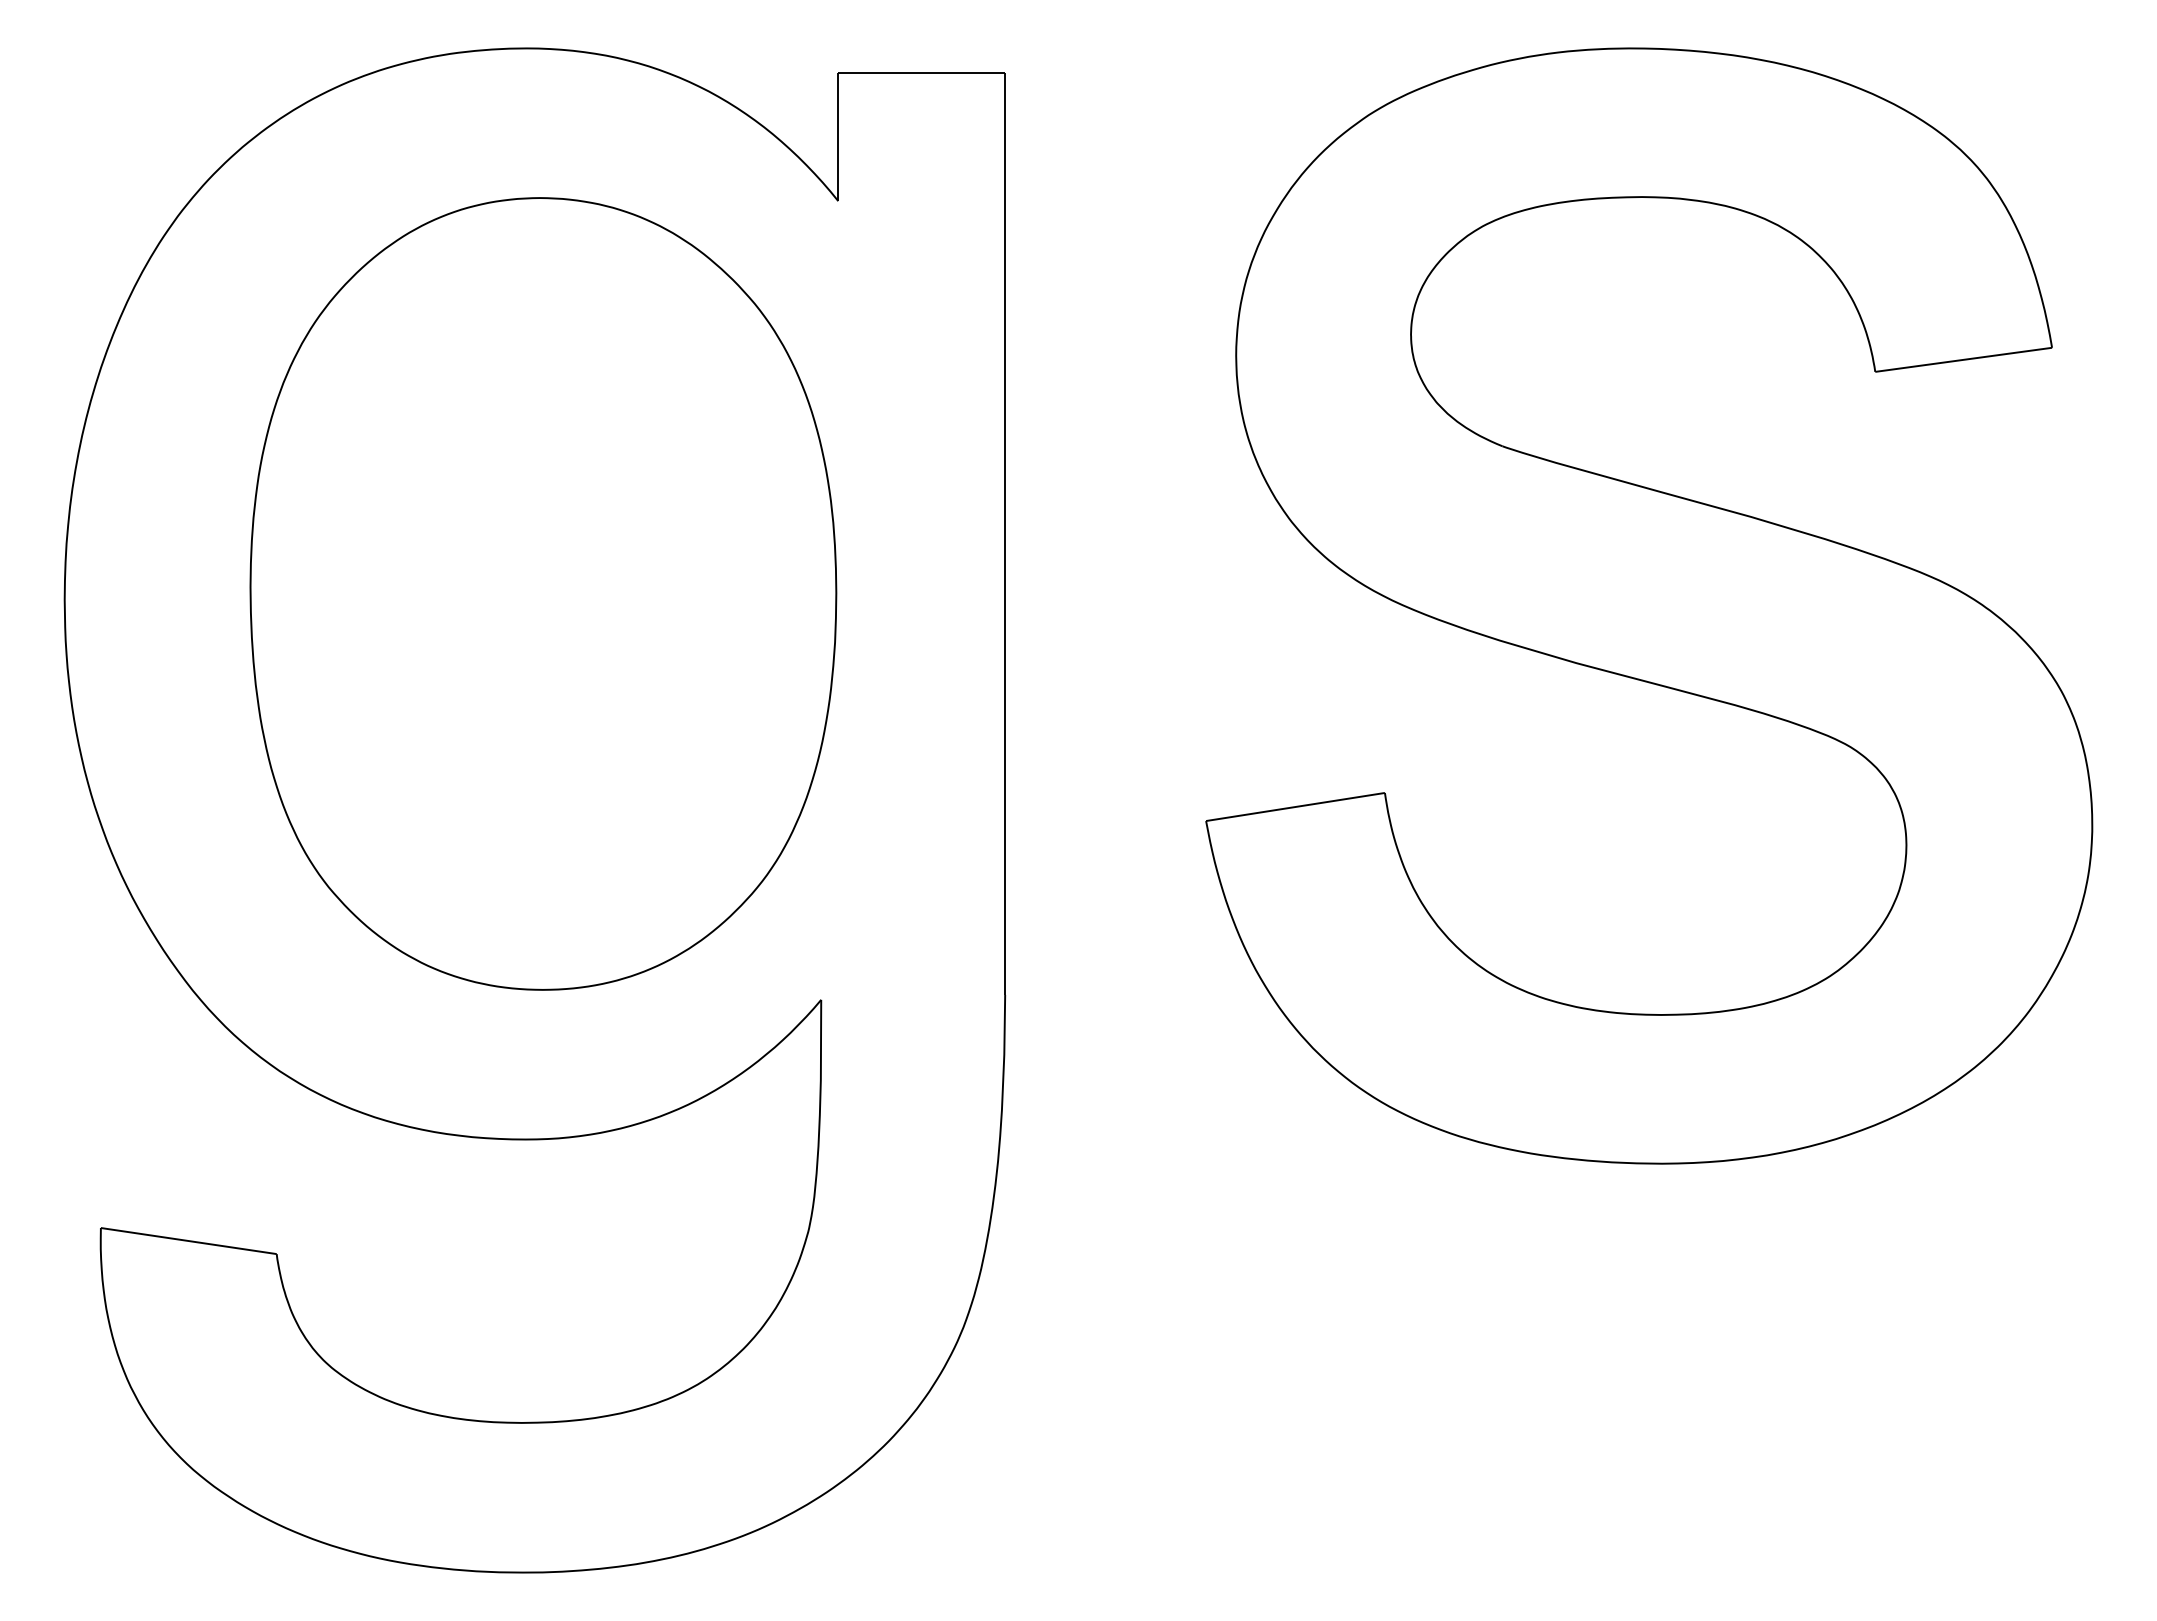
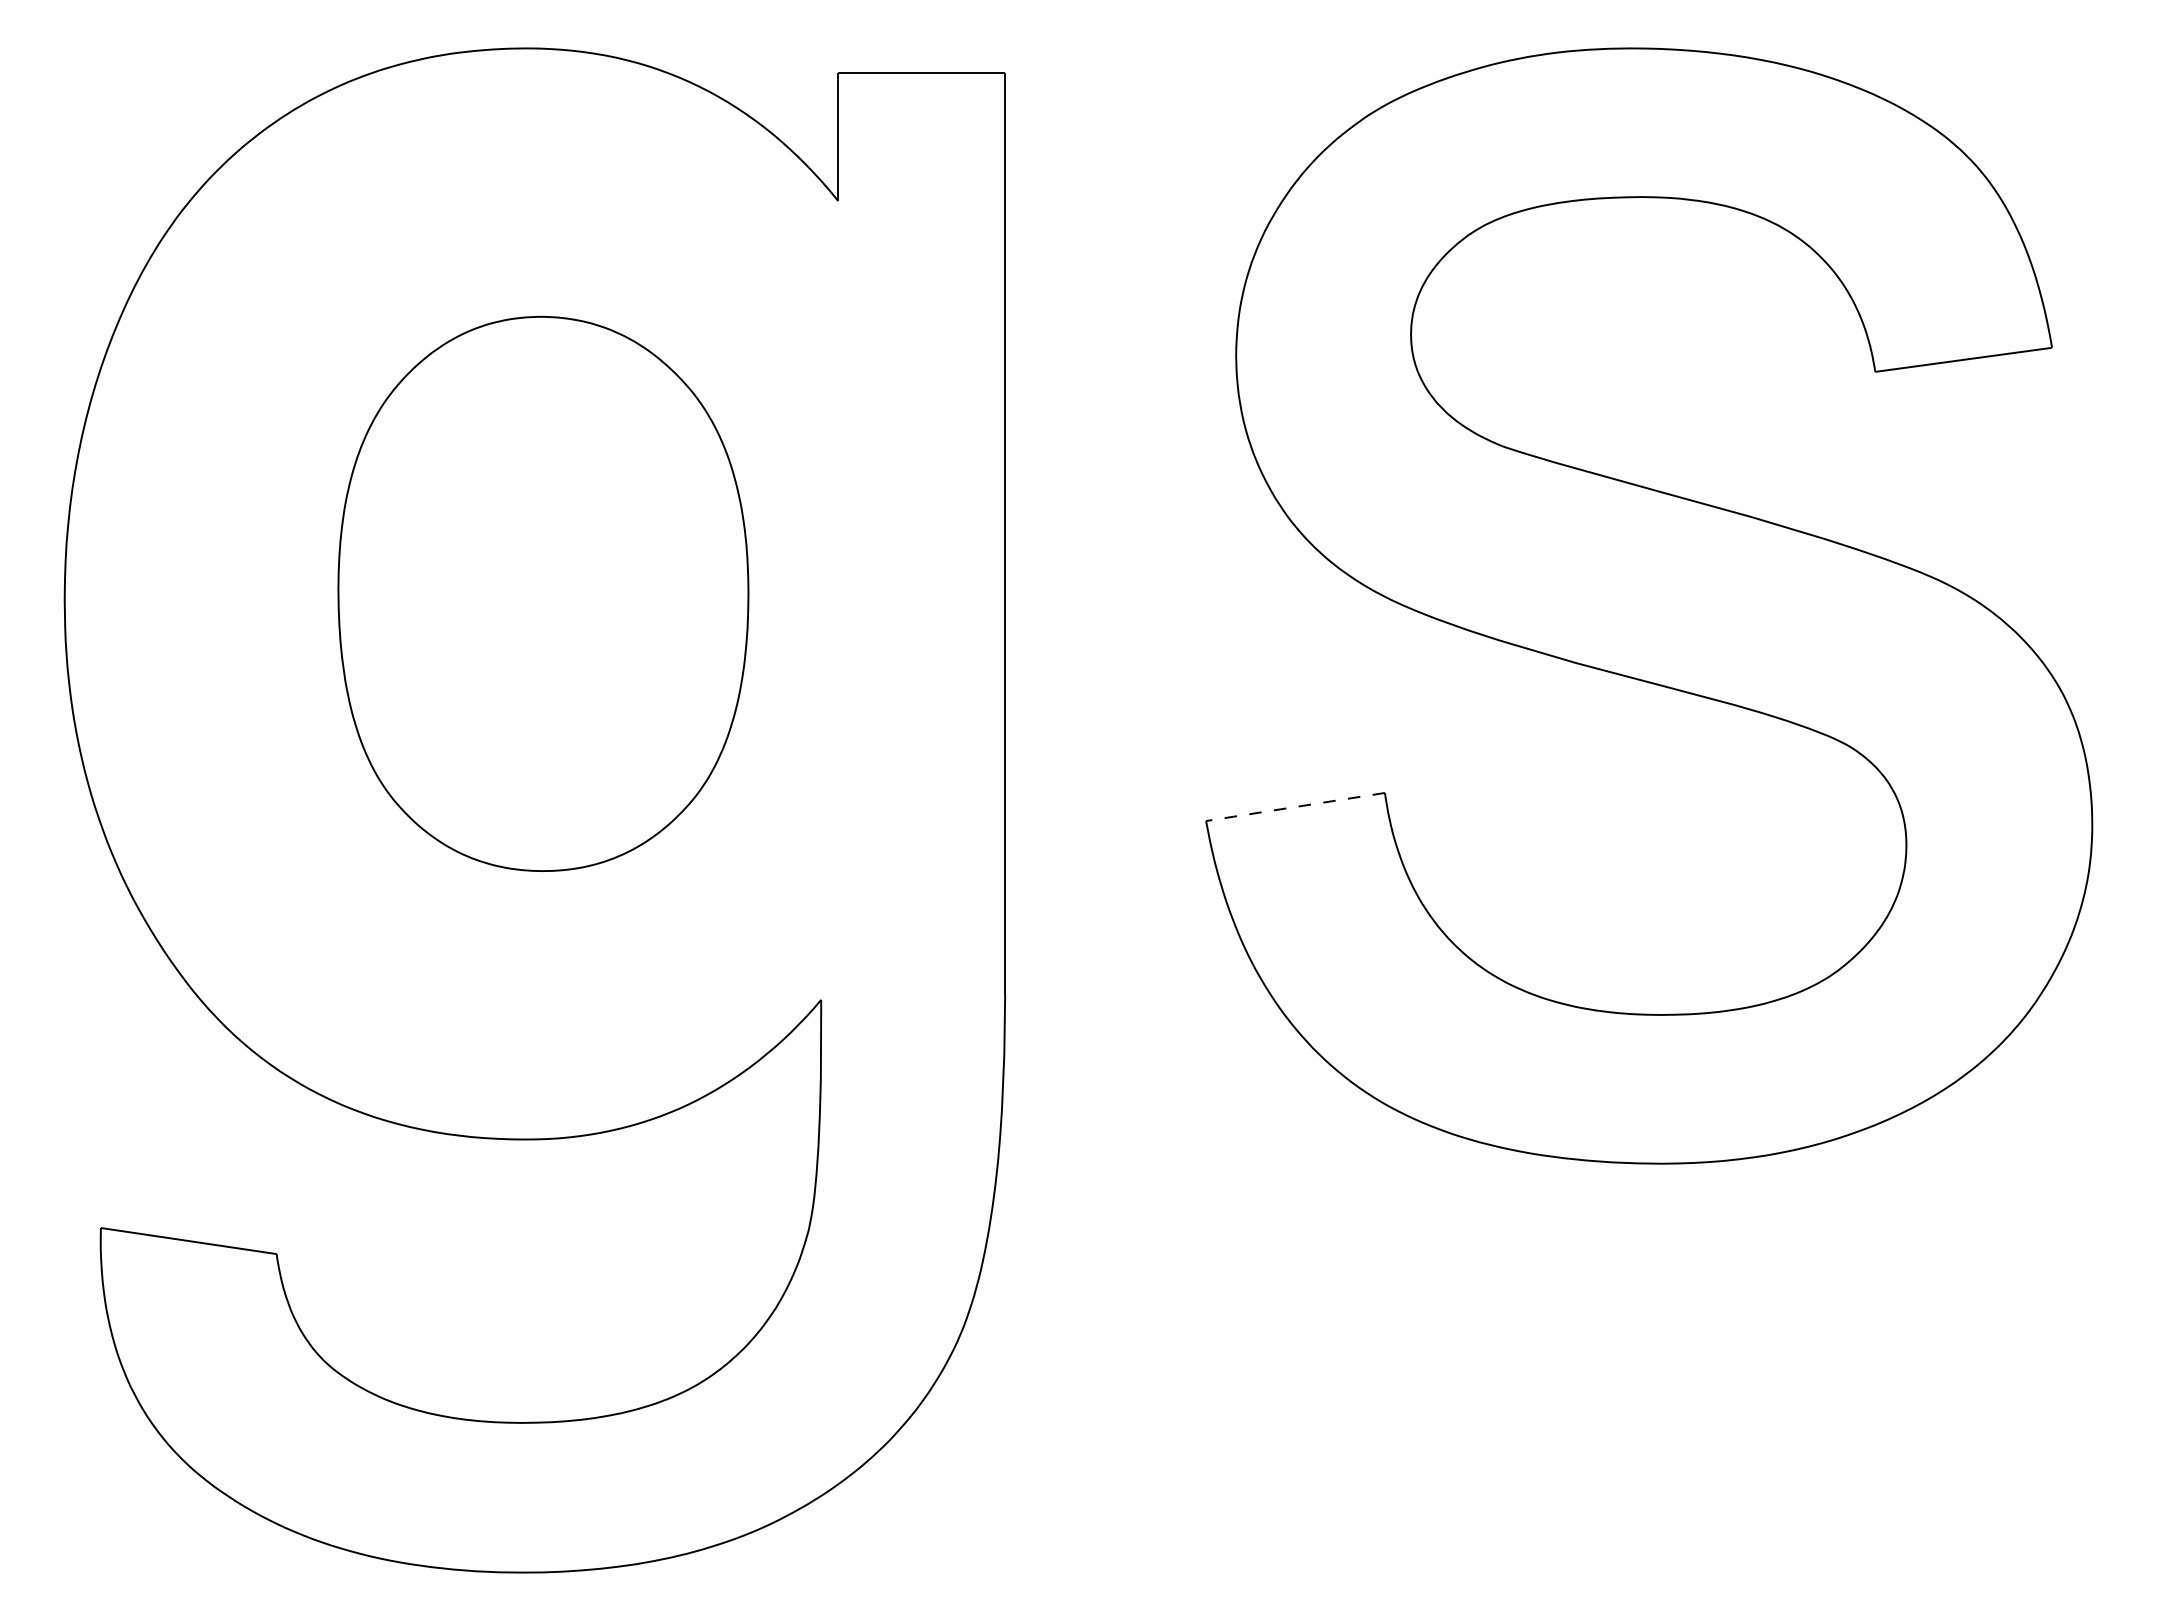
part at (543, 593) size: 589x794 px -> 413x557 px
line at (1295, 807): solid -> dashed
